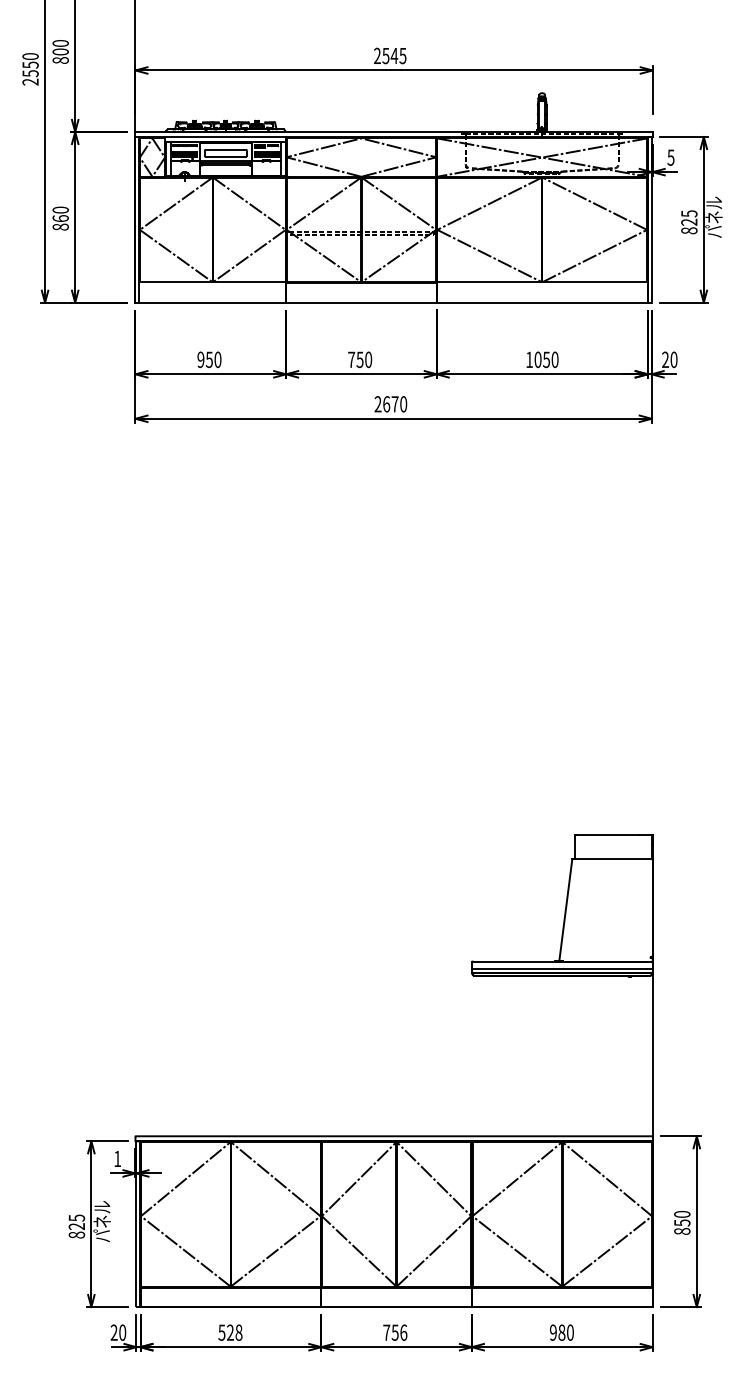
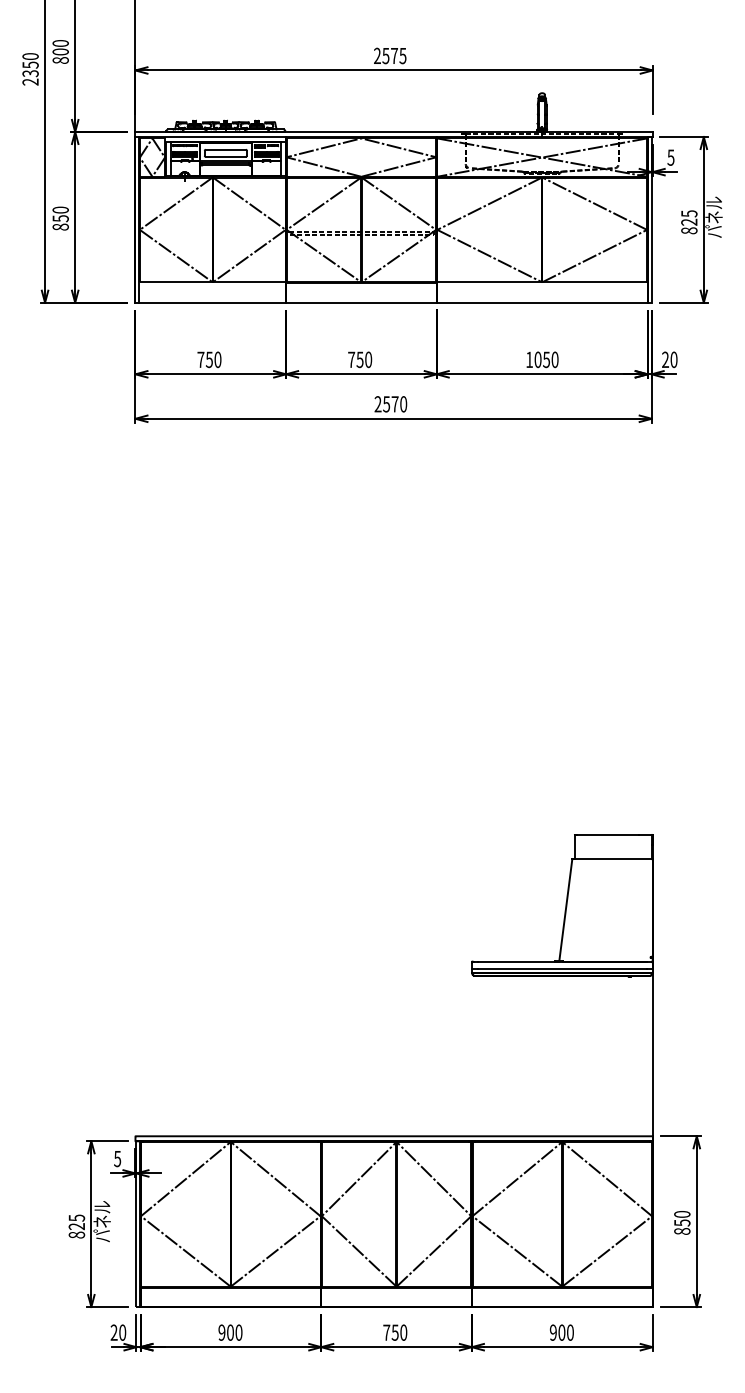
text at (394, 55): 2545 -> 2575
text at (29, 73): 2550 -> 2350
text at (60, 218): 860 -> 850
text at (200, 359): 950 -> 750
text at (386, 404): 2670 -> 2570
text at (117, 1159): 1 -> 5
text at (230, 1332): 528 -> 900
text at (403, 1332): 756 -> 750
text at (561, 1332): 980 -> 900
